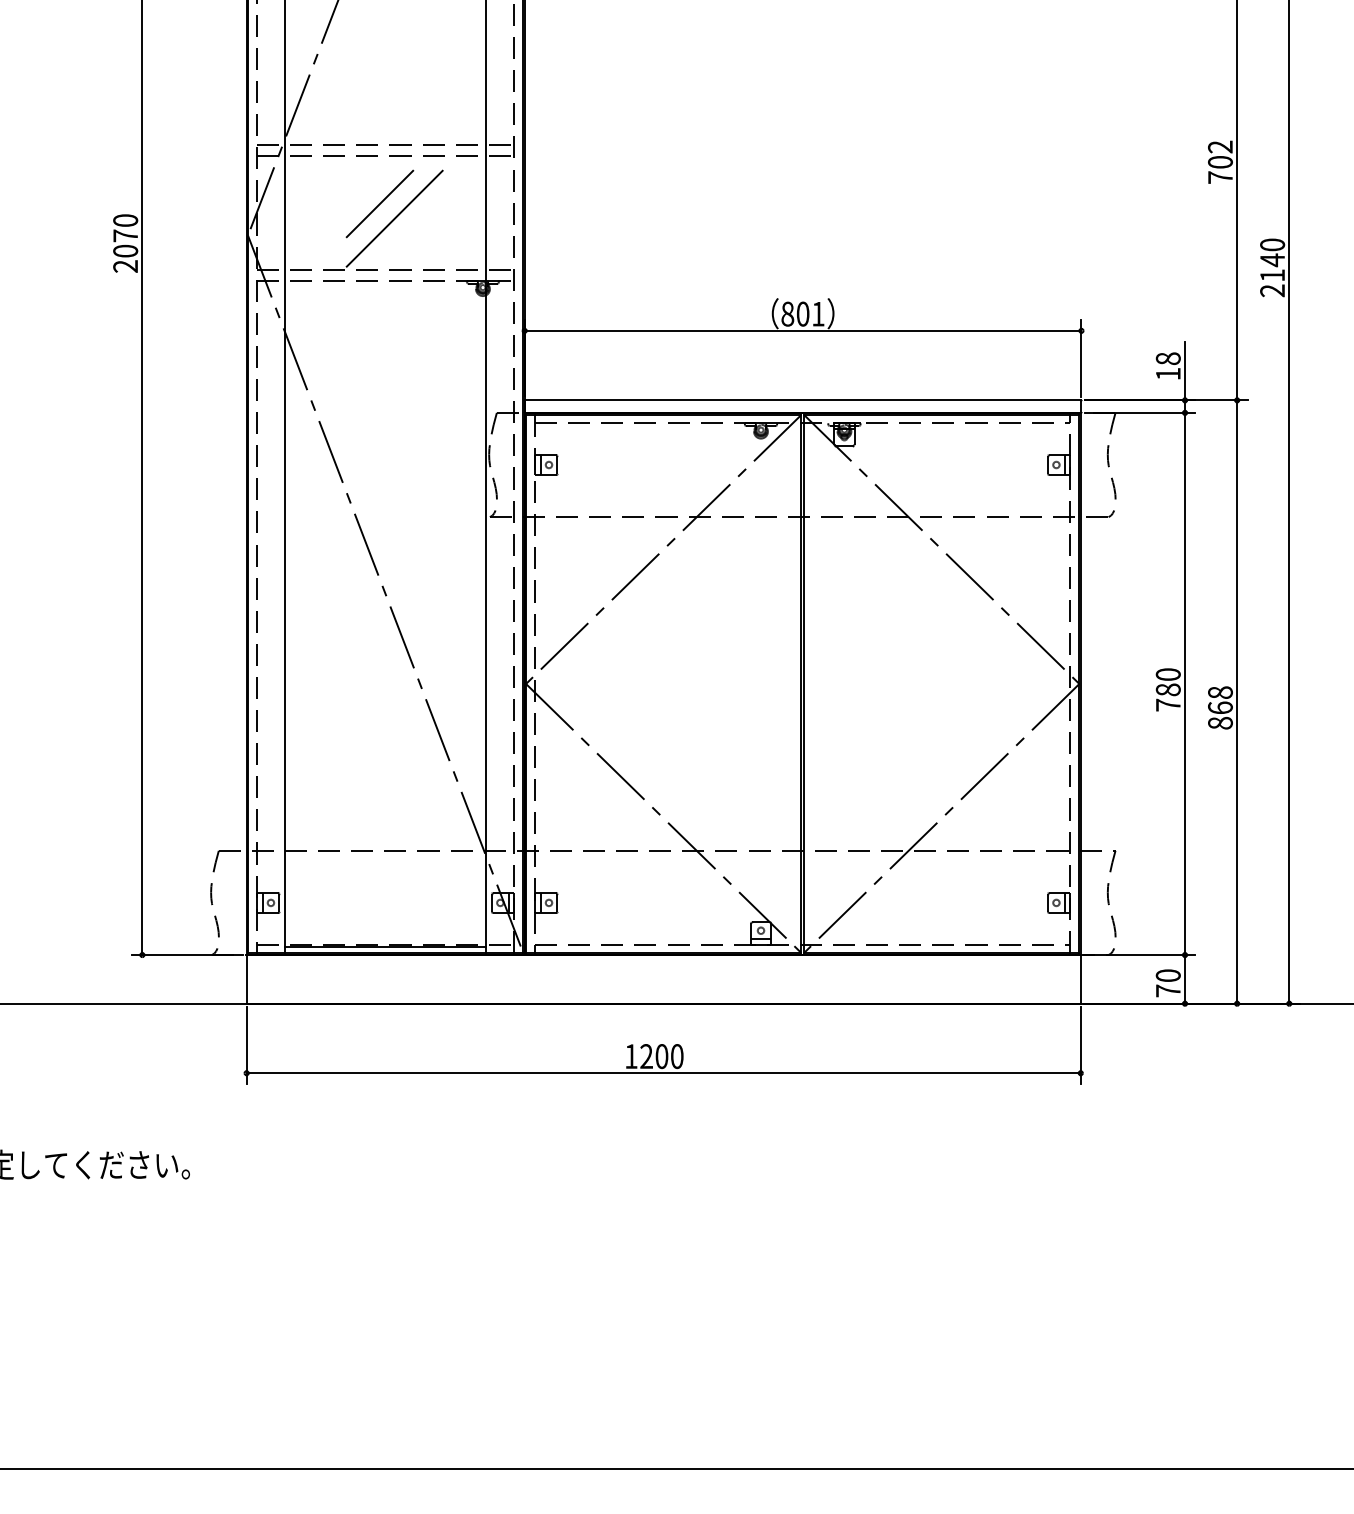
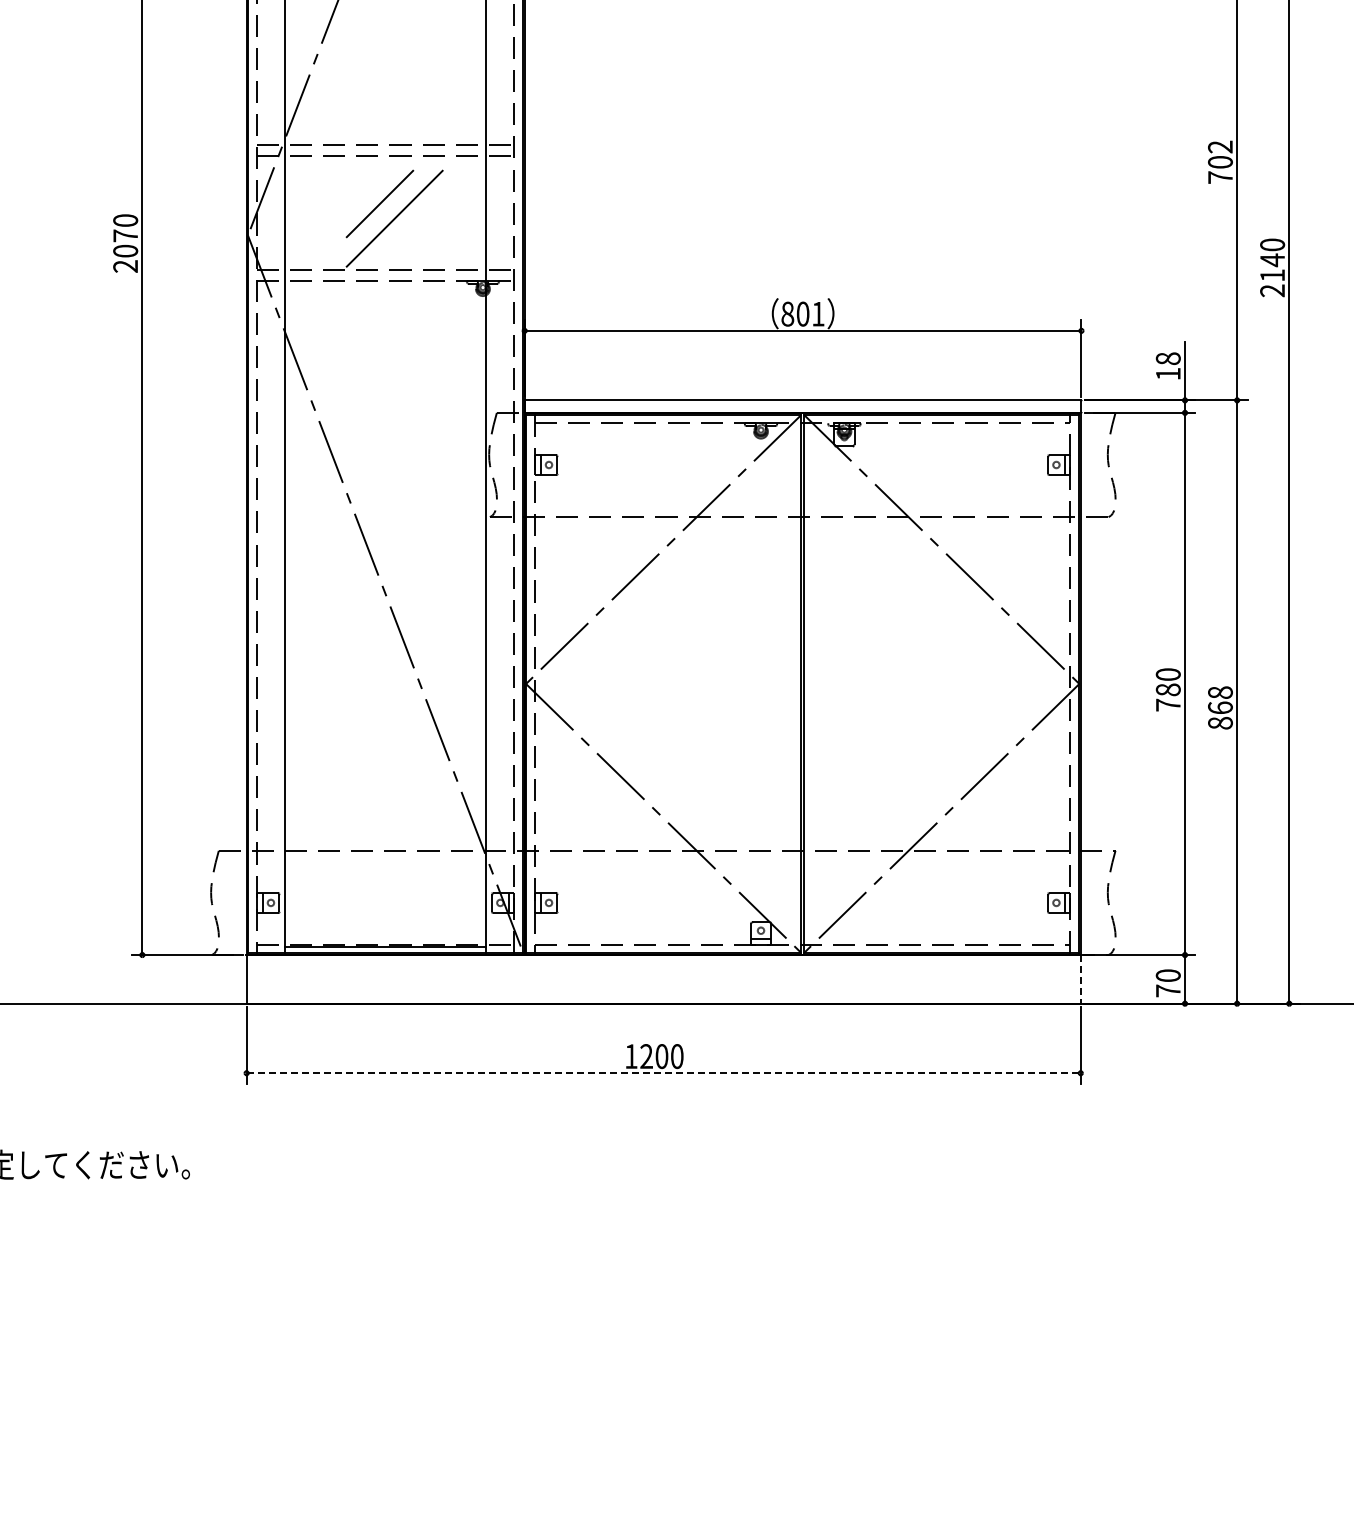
line at (1080, 979): solid -> dashed
line at (664, 1073): solid -> dashed
line at (676, 1468): present -> none
